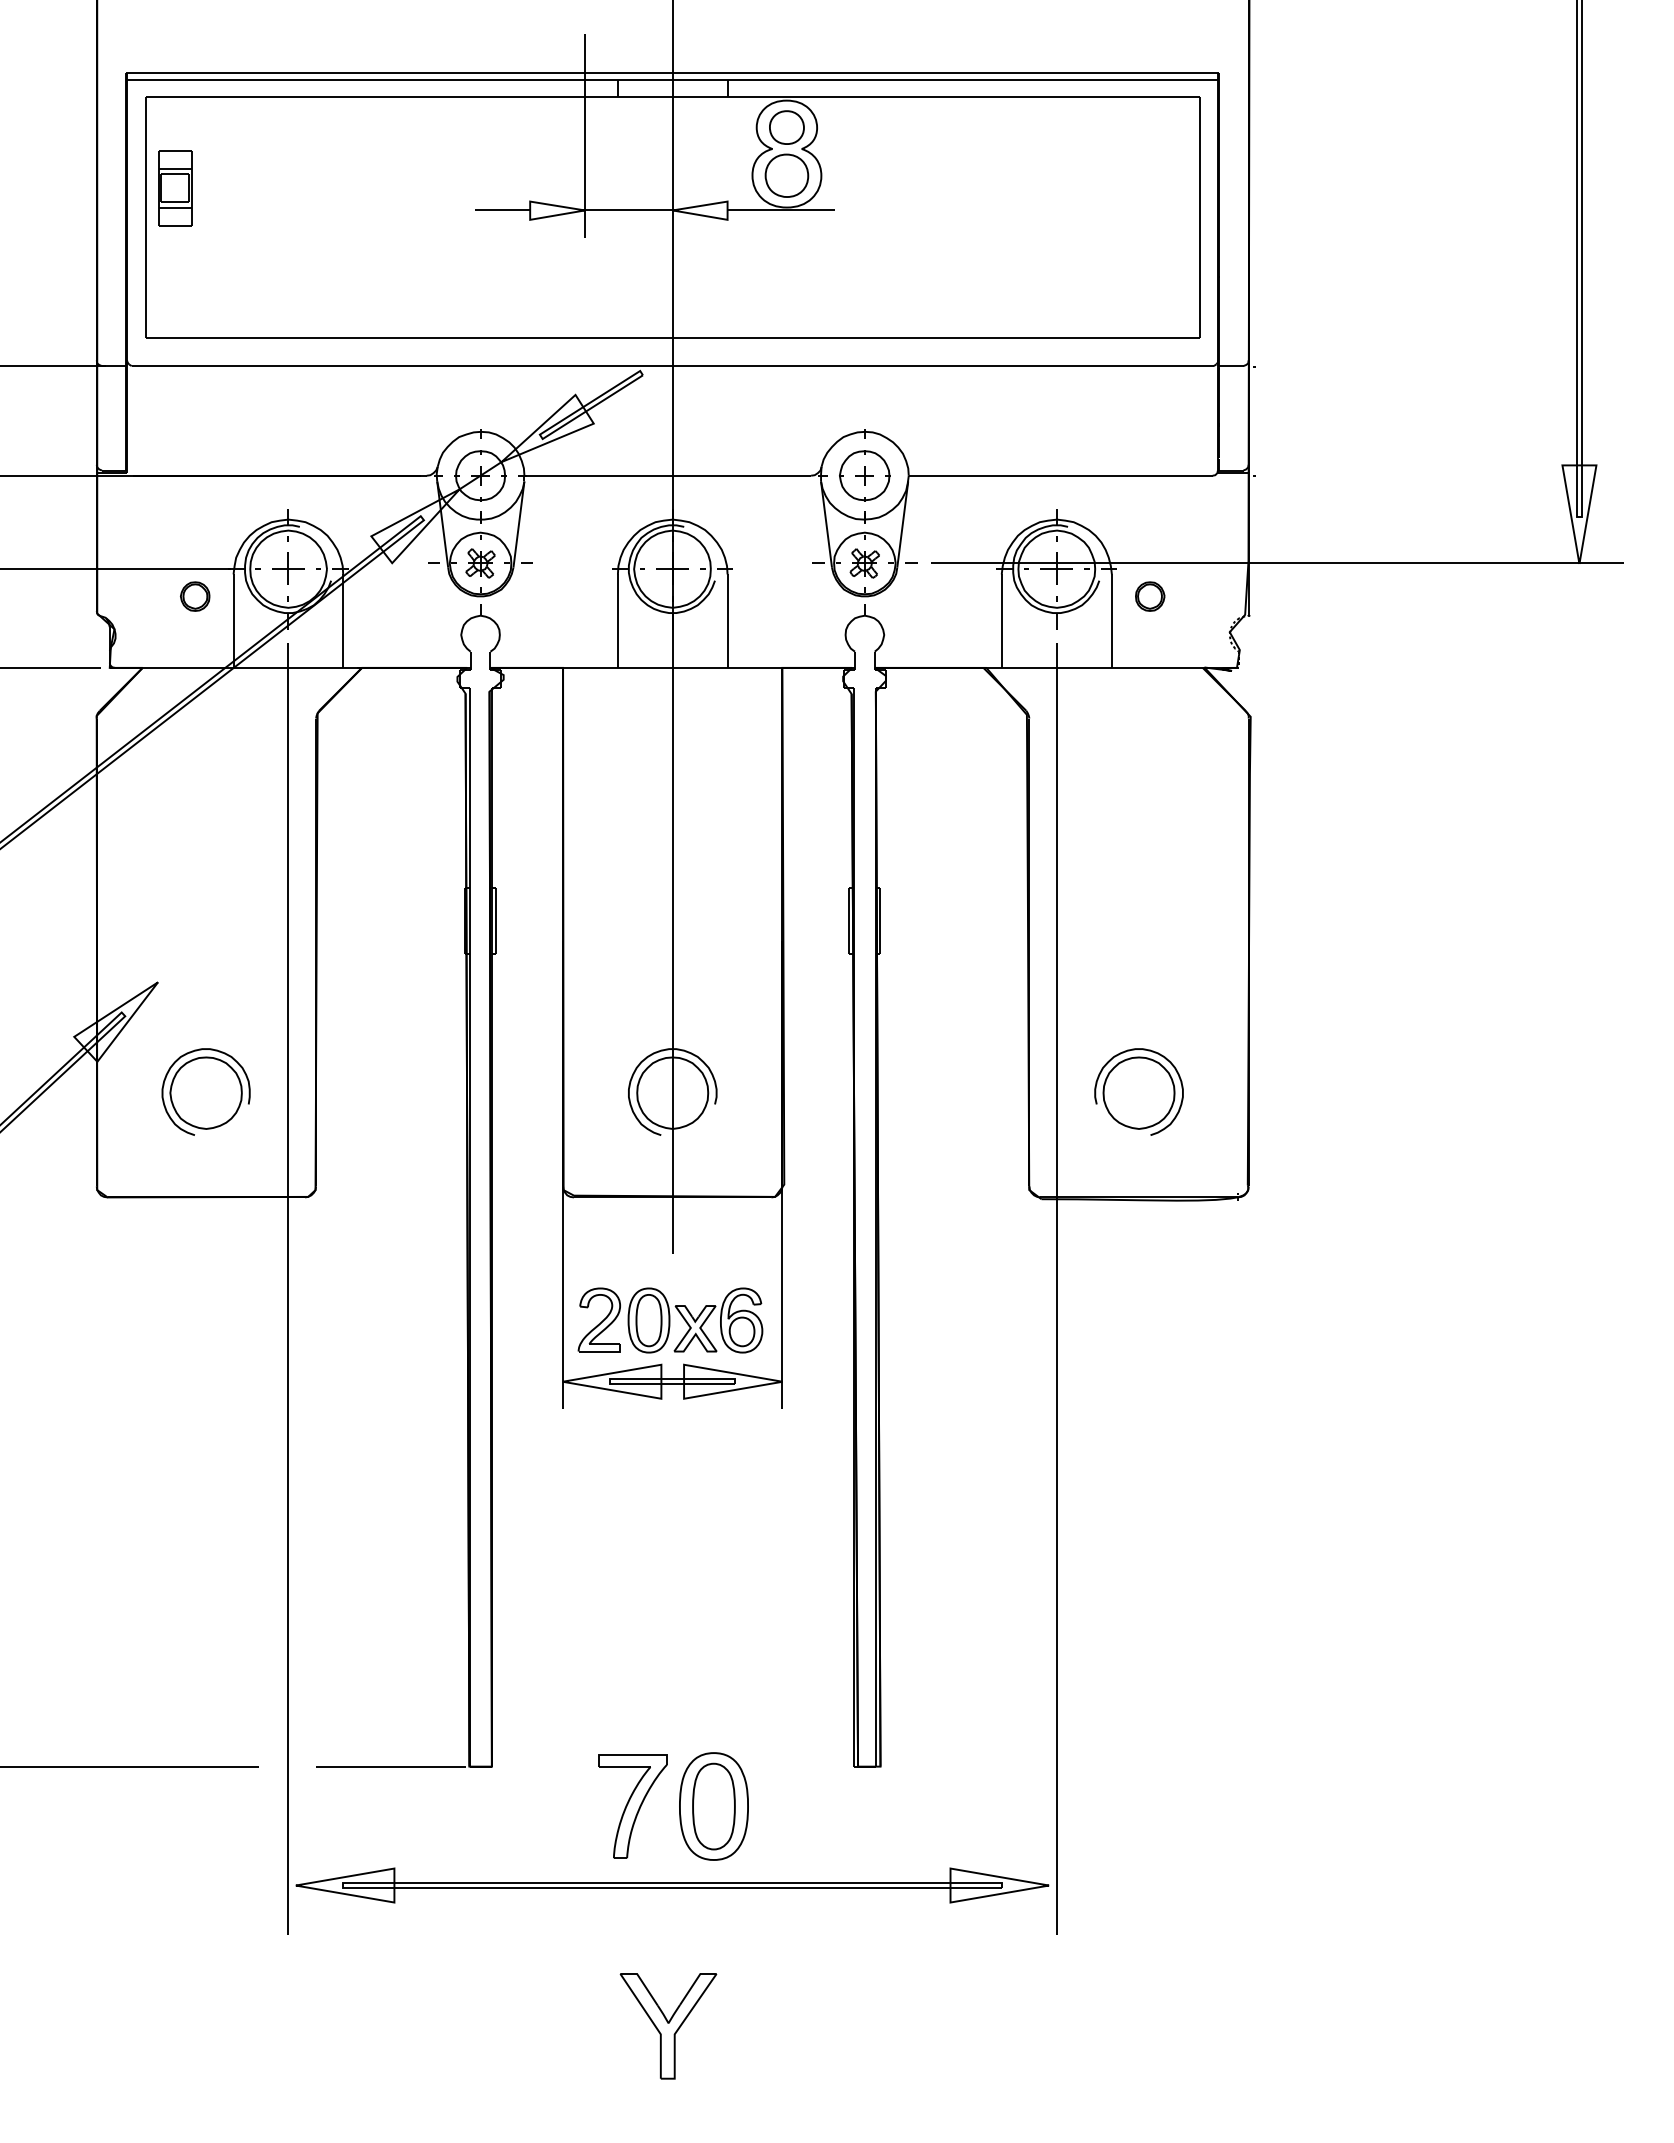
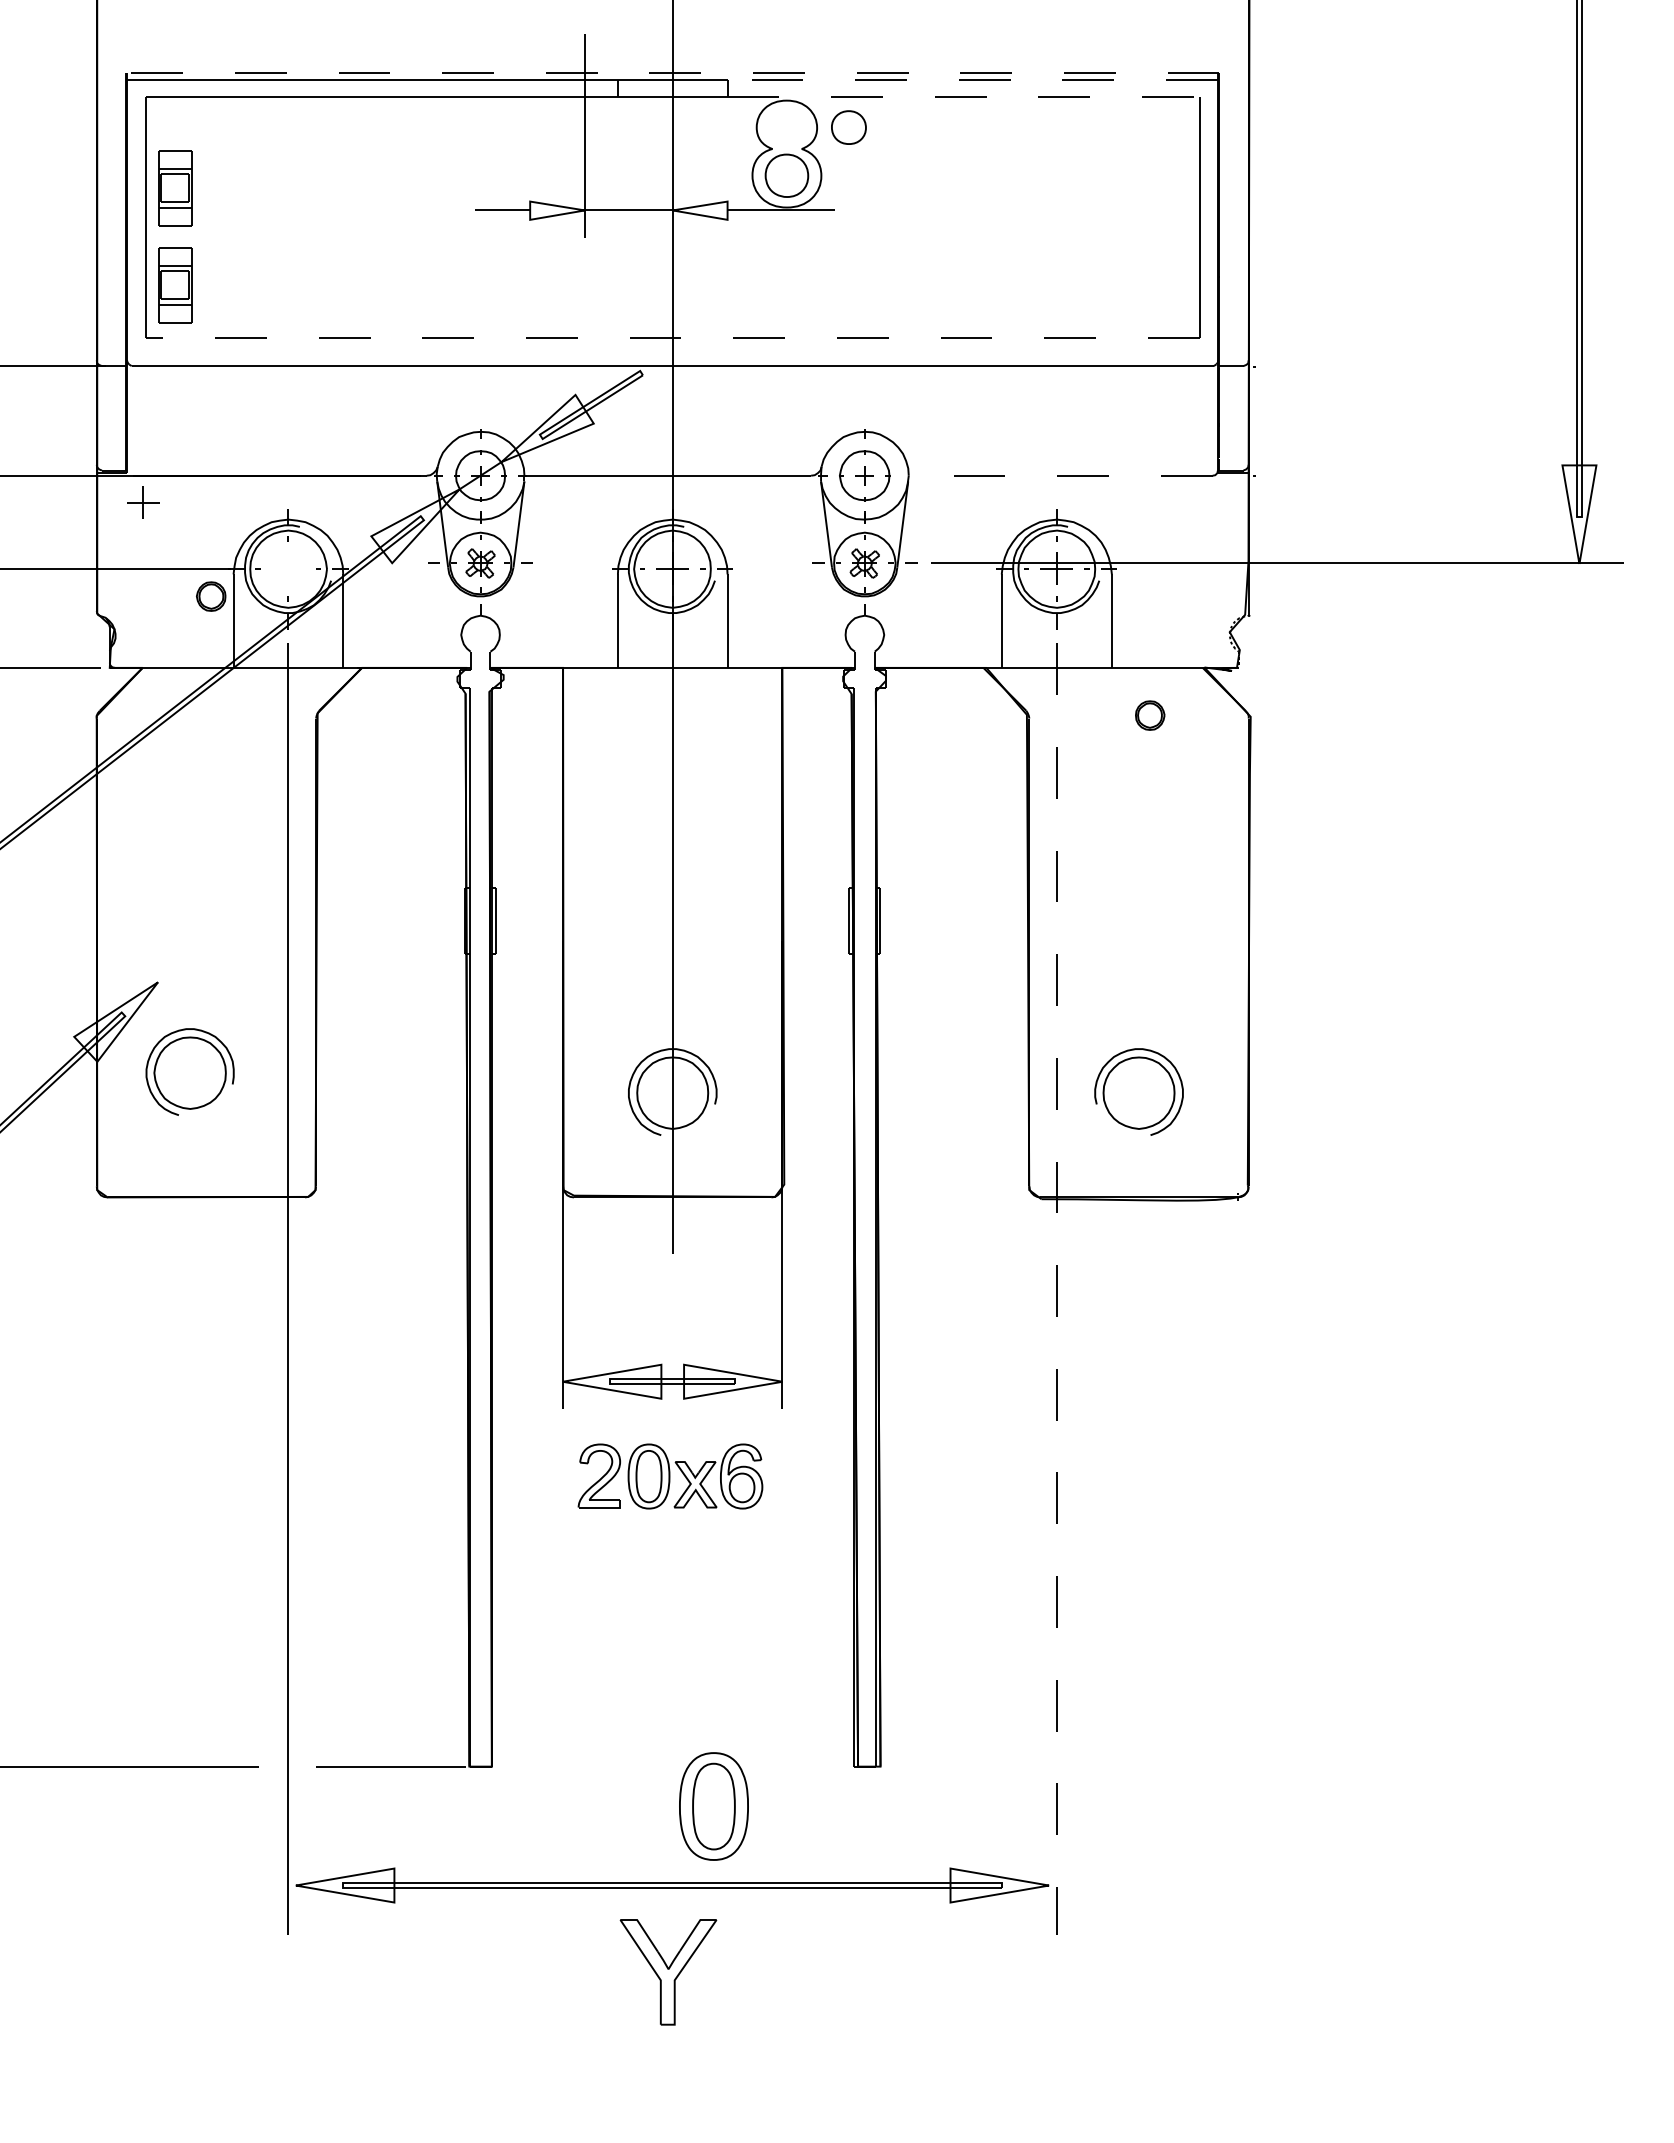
line at (672, 72): solid -> dashed
line at (972, 80): solid -> dashed
line at (964, 96): solid -> dashed
part at (786, 127) position: (786, 127) -> (848, 127)
part at (175, 285): none -> present
line at (672, 338): solid -> dashed
line at (1060, 475): solid -> dashed
part at (288, 568) position: (288, 568) -> (143, 502)
part at (195, 596) position: (195, 596) -> (211, 596)
part at (1150, 596) position: (1150, 596) -> (1150, 715)
part at (205, 1091) position: (205, 1091) -> (189, 1071)
line at (1057, 1289): solid -> dashed
part at (670, 1320) position: (670, 1320) -> (670, 1476)
part at (632, 1806): present -> none
part at (668, 2026) position: (668, 2026) -> (668, 1972)
